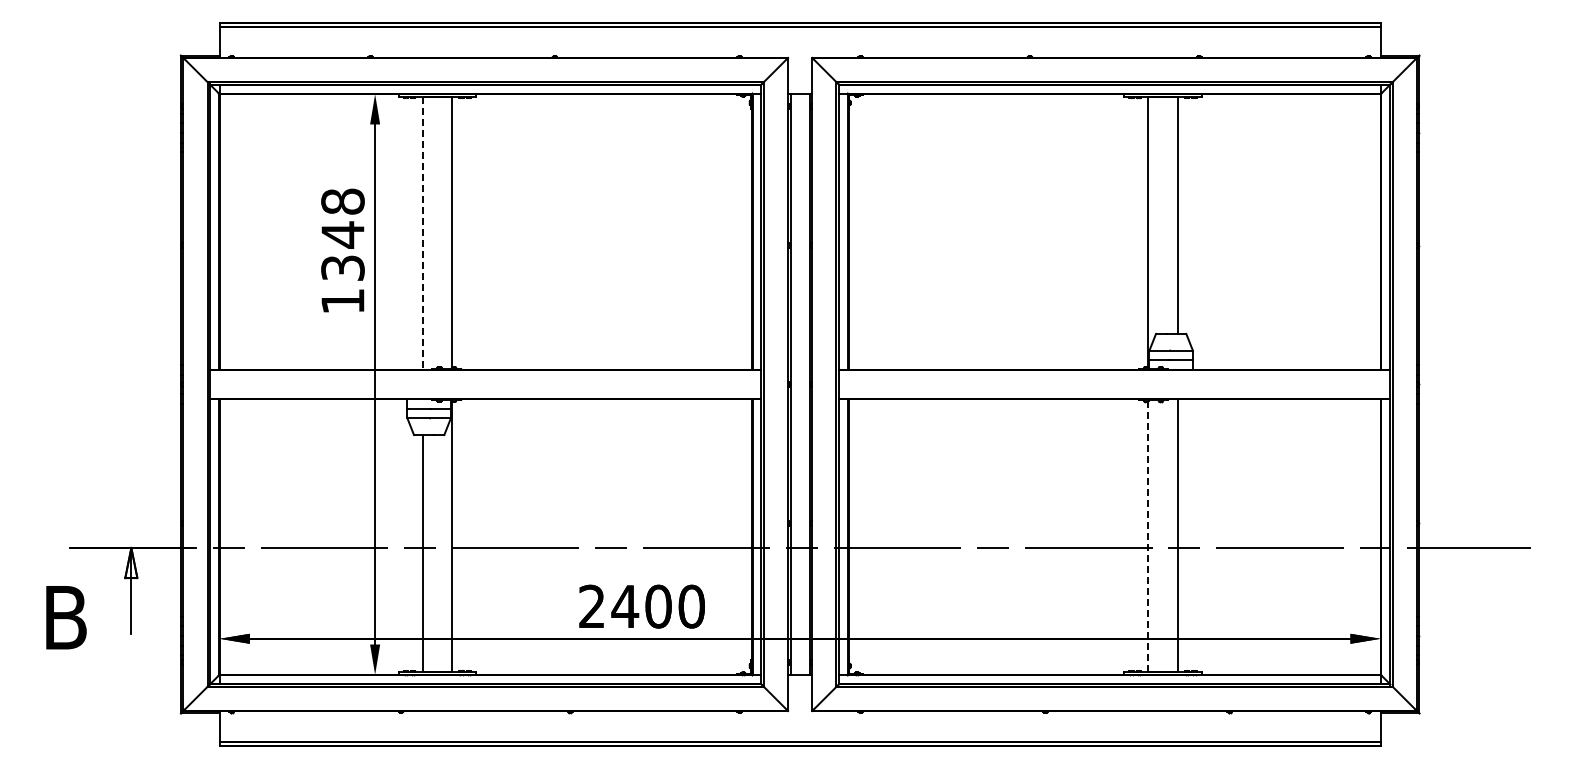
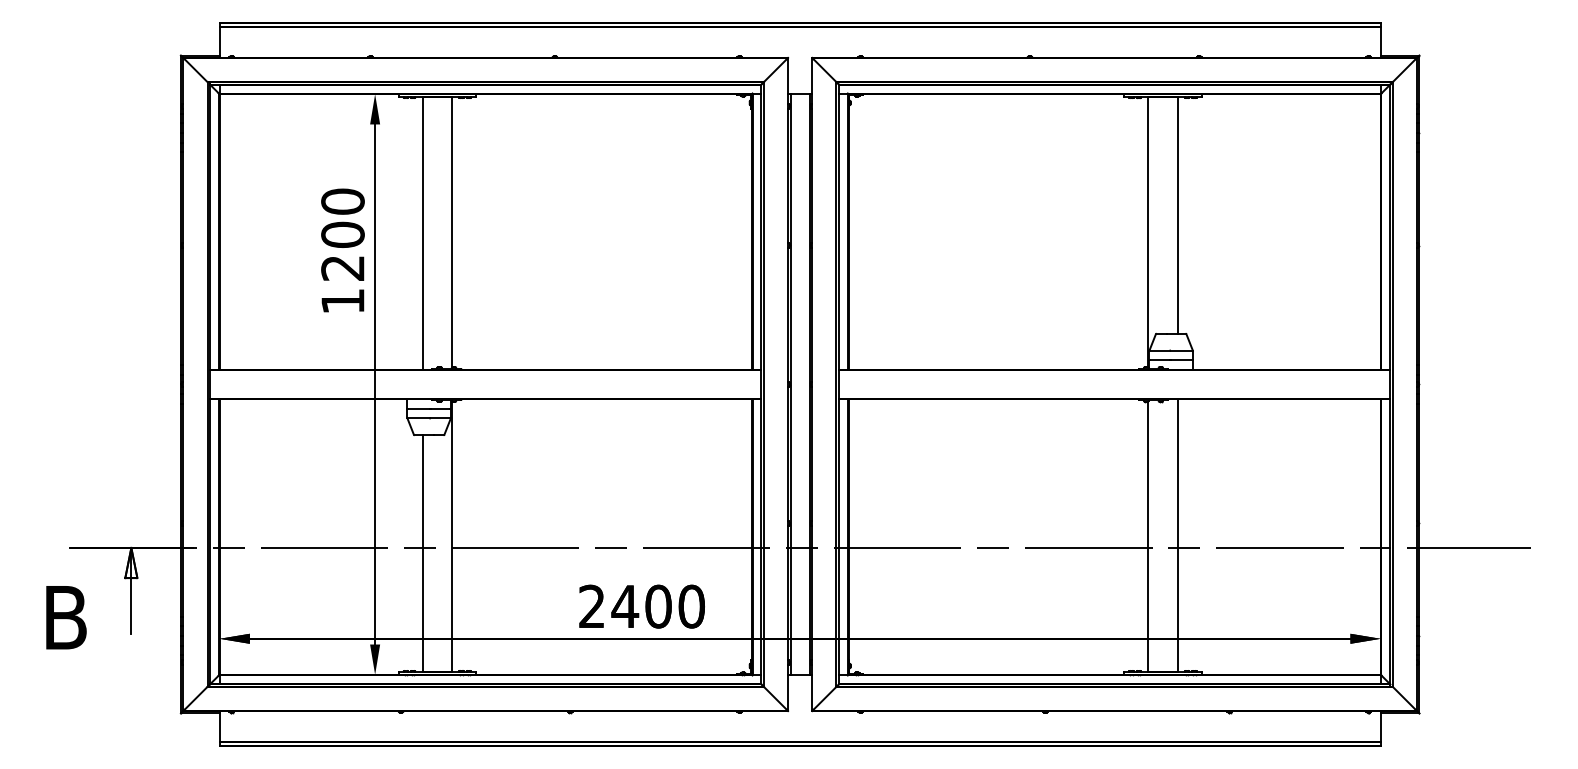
line at (422, 233): dashed -> solid
text at (342, 234): 1348 -> 1200
line at (1148, 536): dashed -> solid
